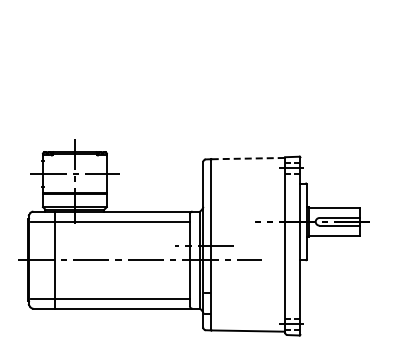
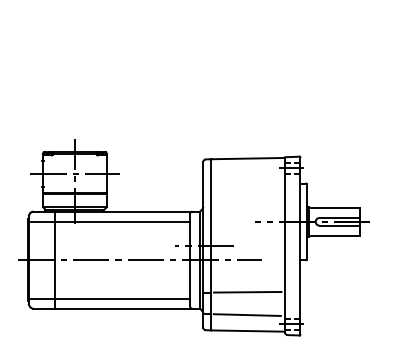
line at (248, 158): dashed -> solid
line at (247, 291): none -> present
line at (246, 314): none -> present
